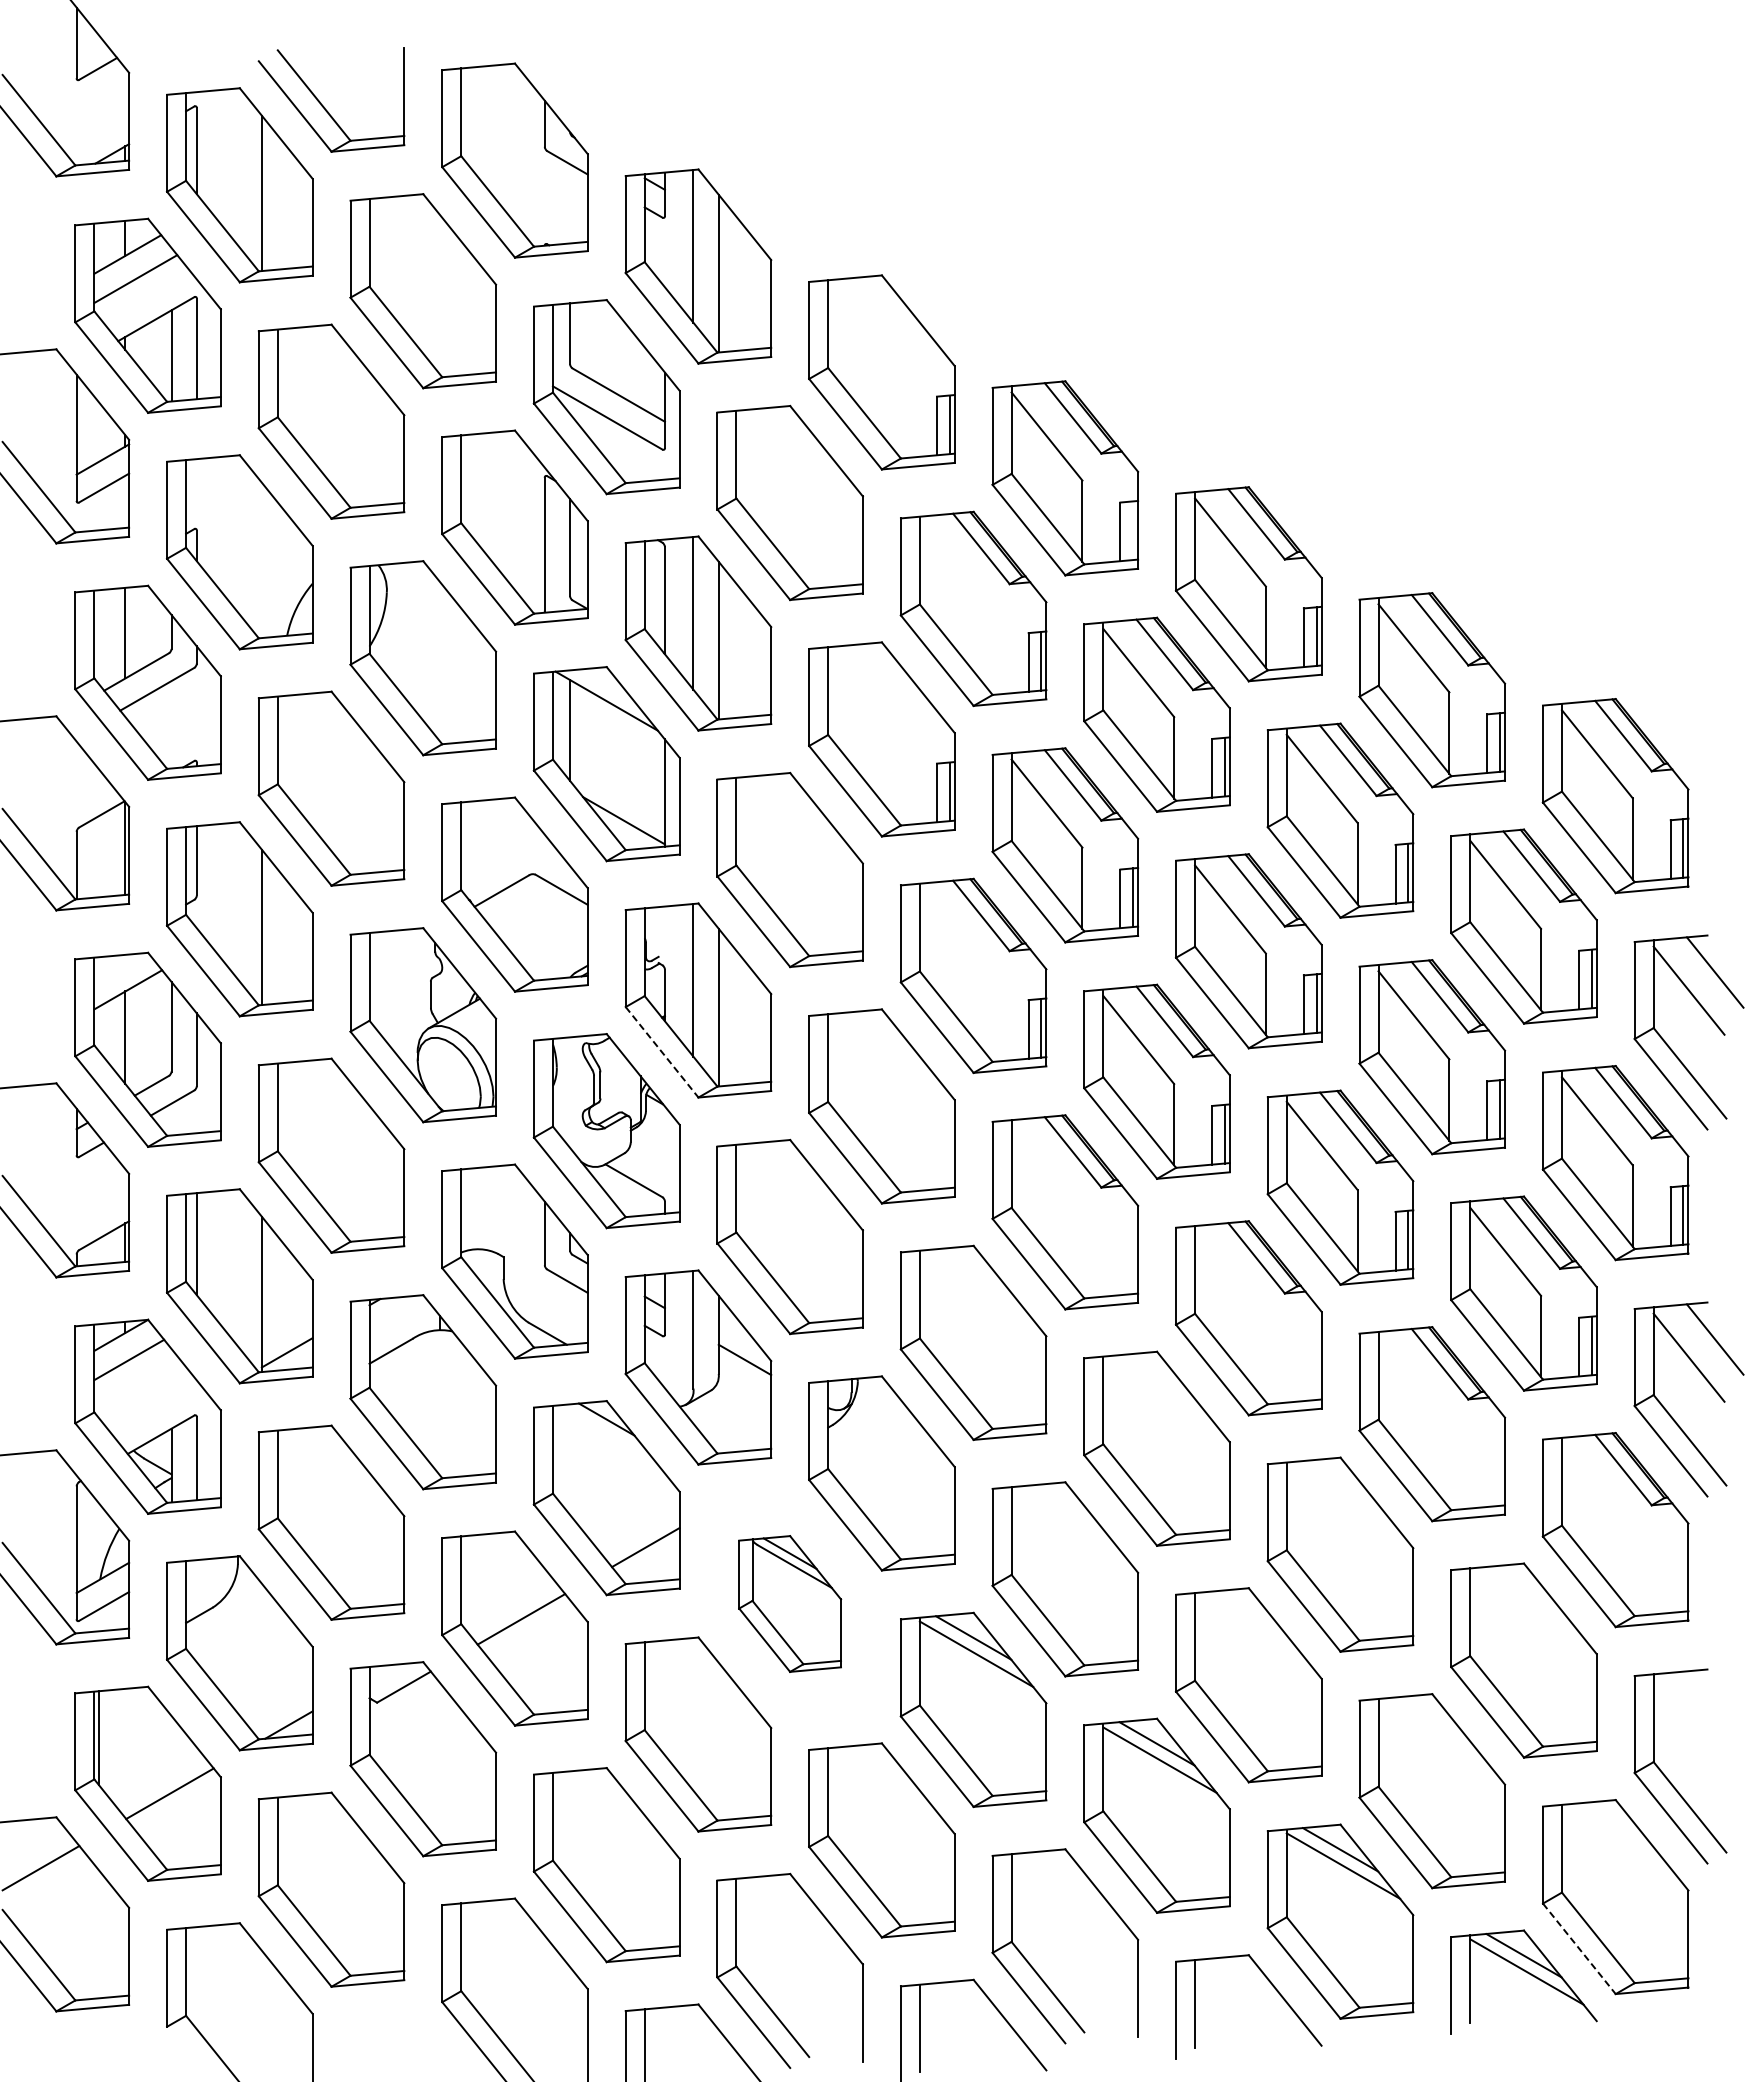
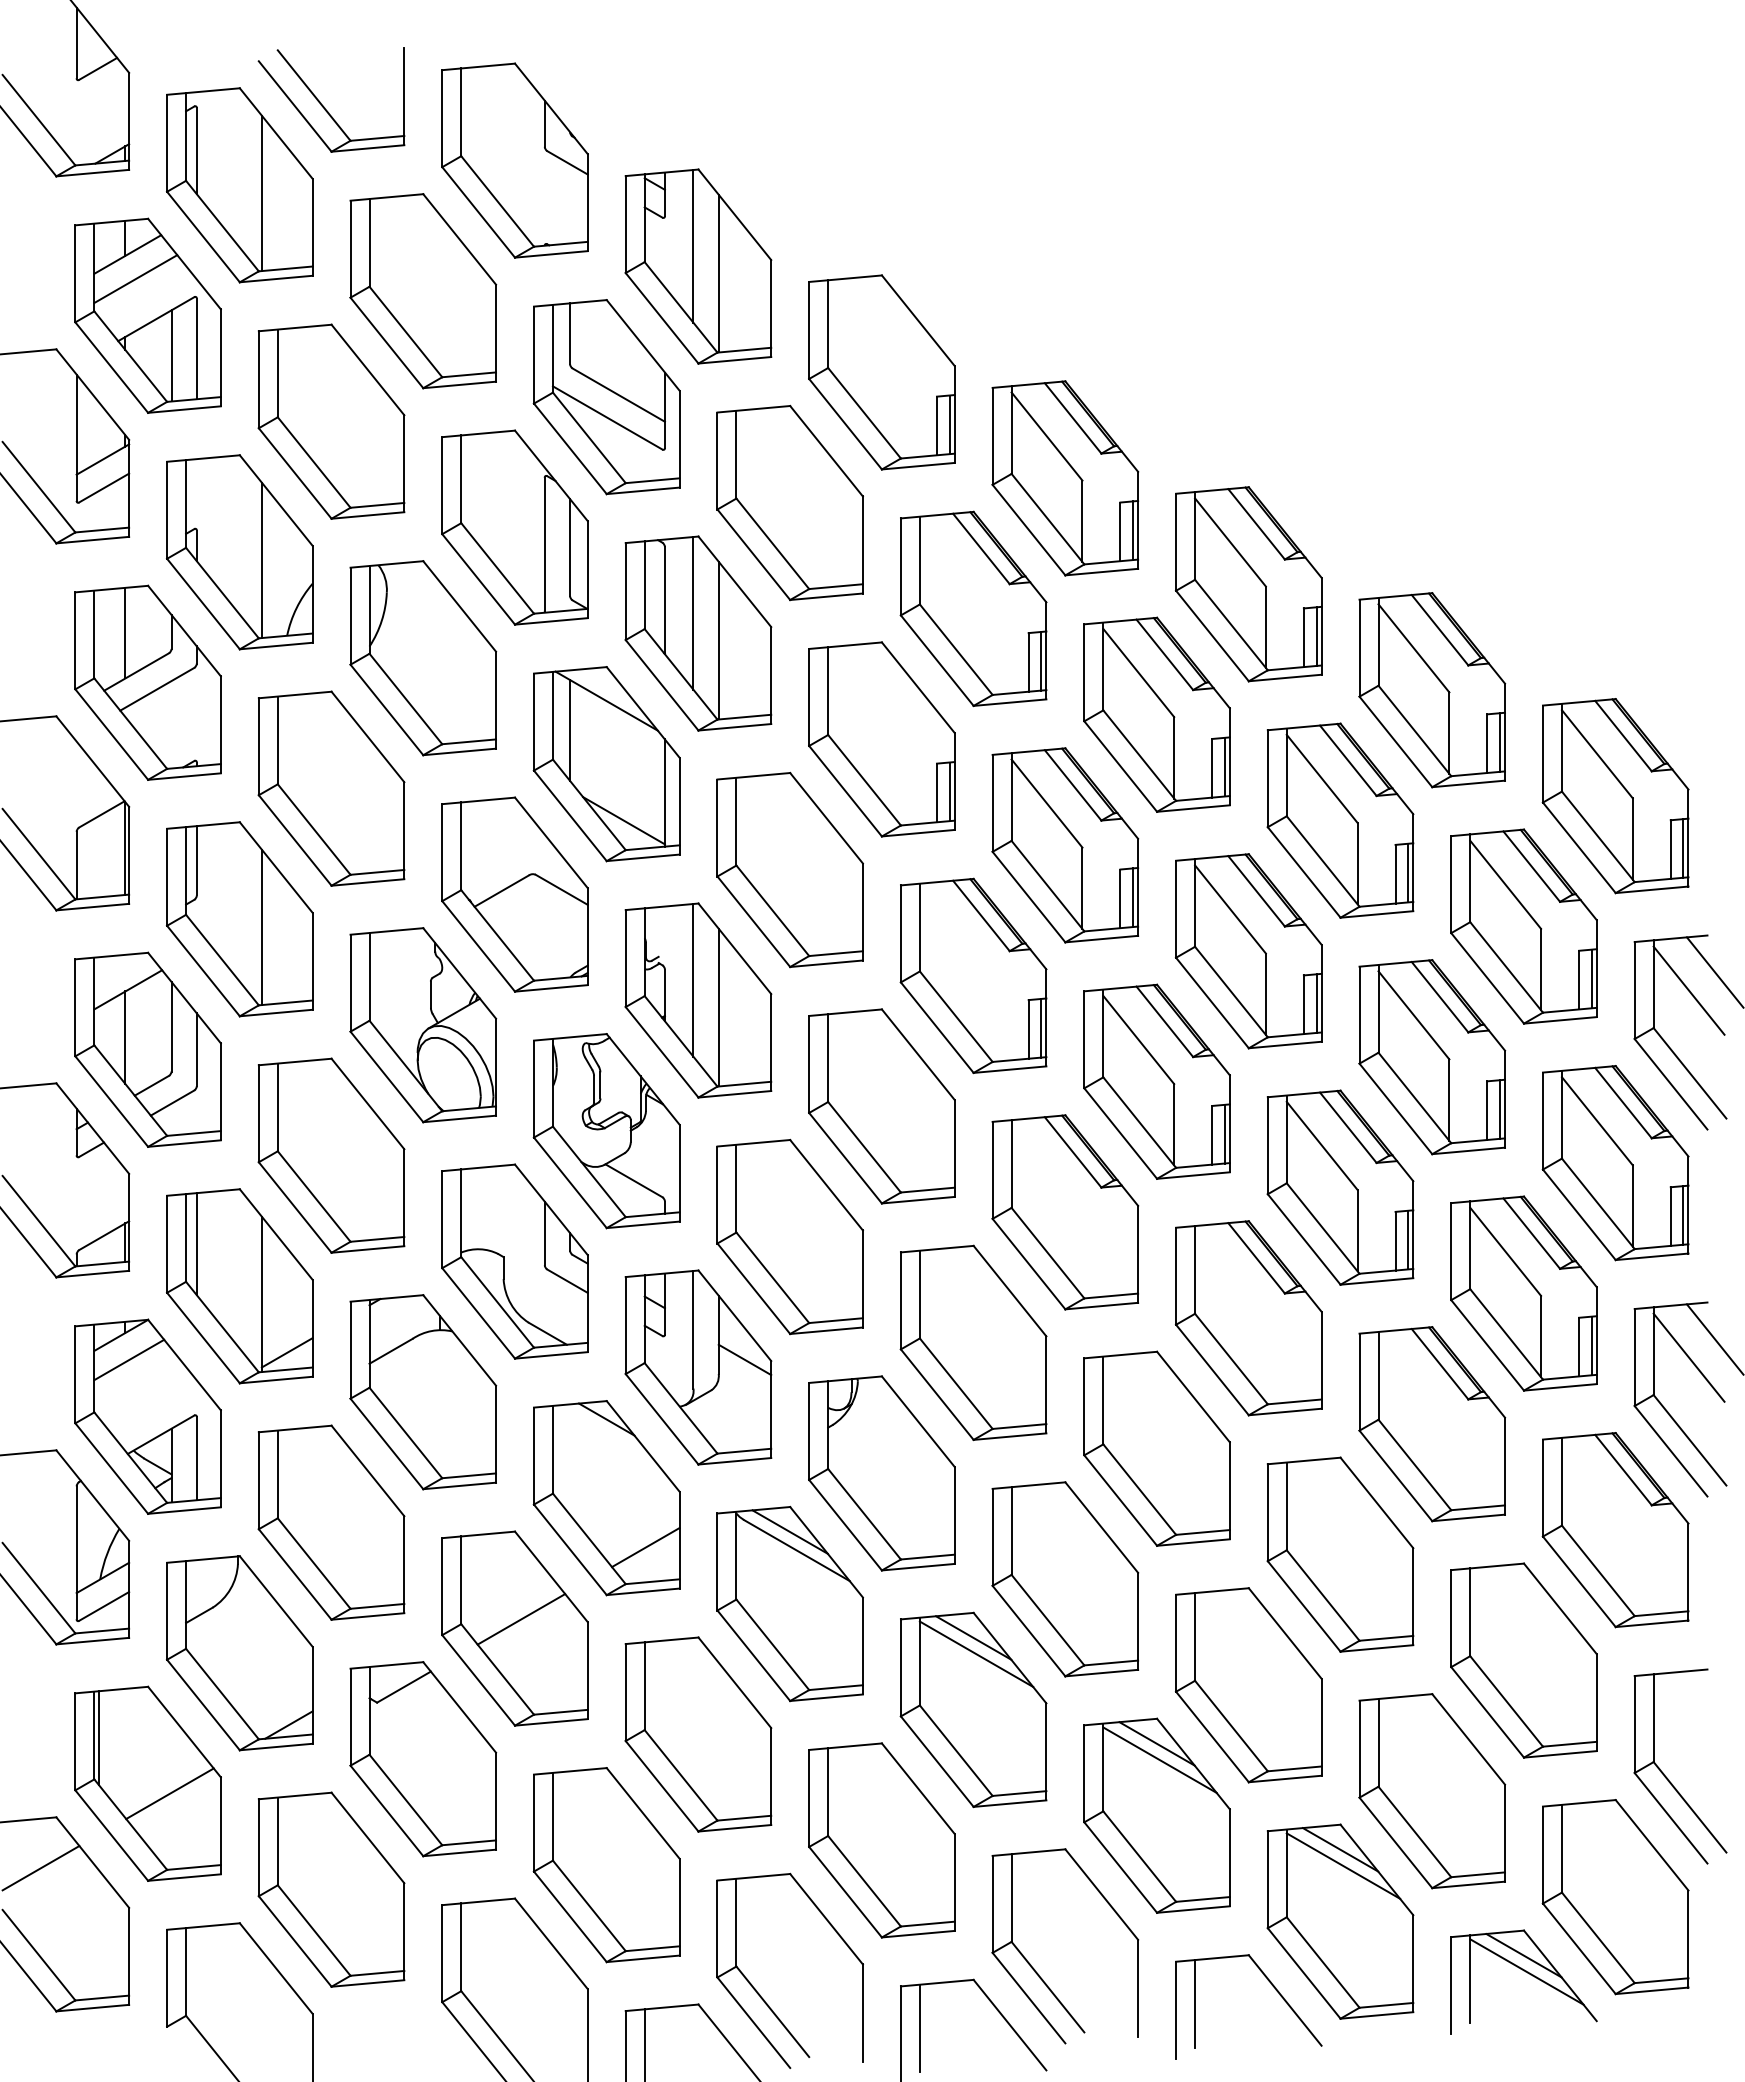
line at (1133, 530): none -> present
line at (261, 560): none -> present
line at (662, 1052): dashed -> solid
part at (790, 1603) size: 105x138 px -> 148x198 px
line at (1579, 1949): dashed -> solid
